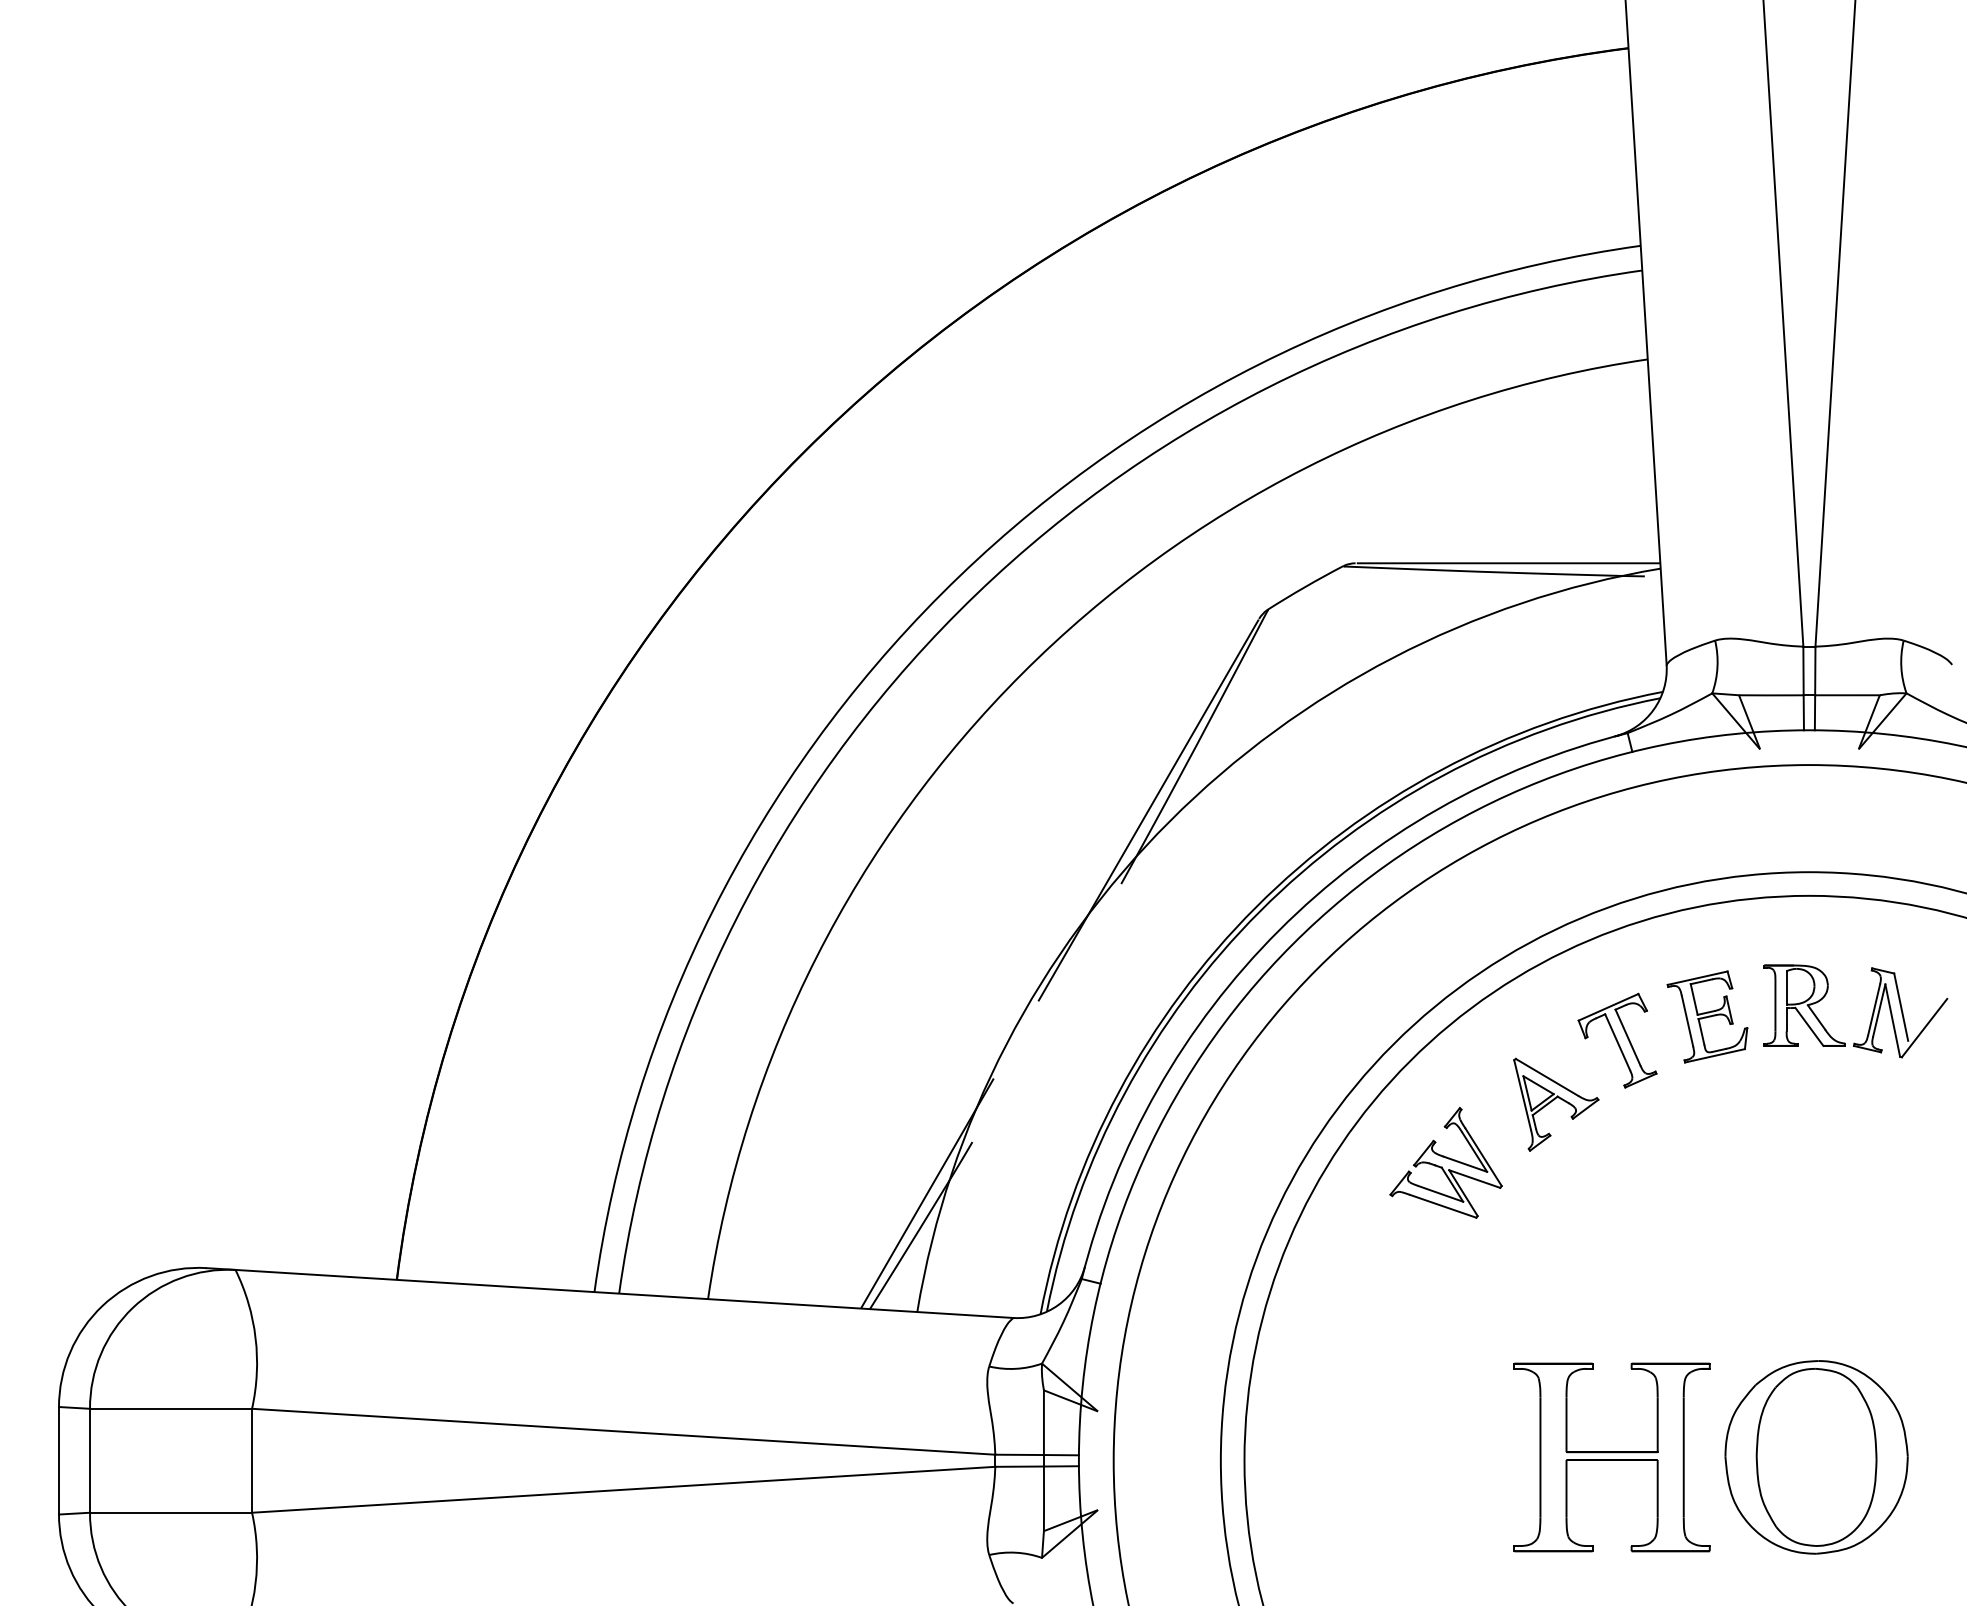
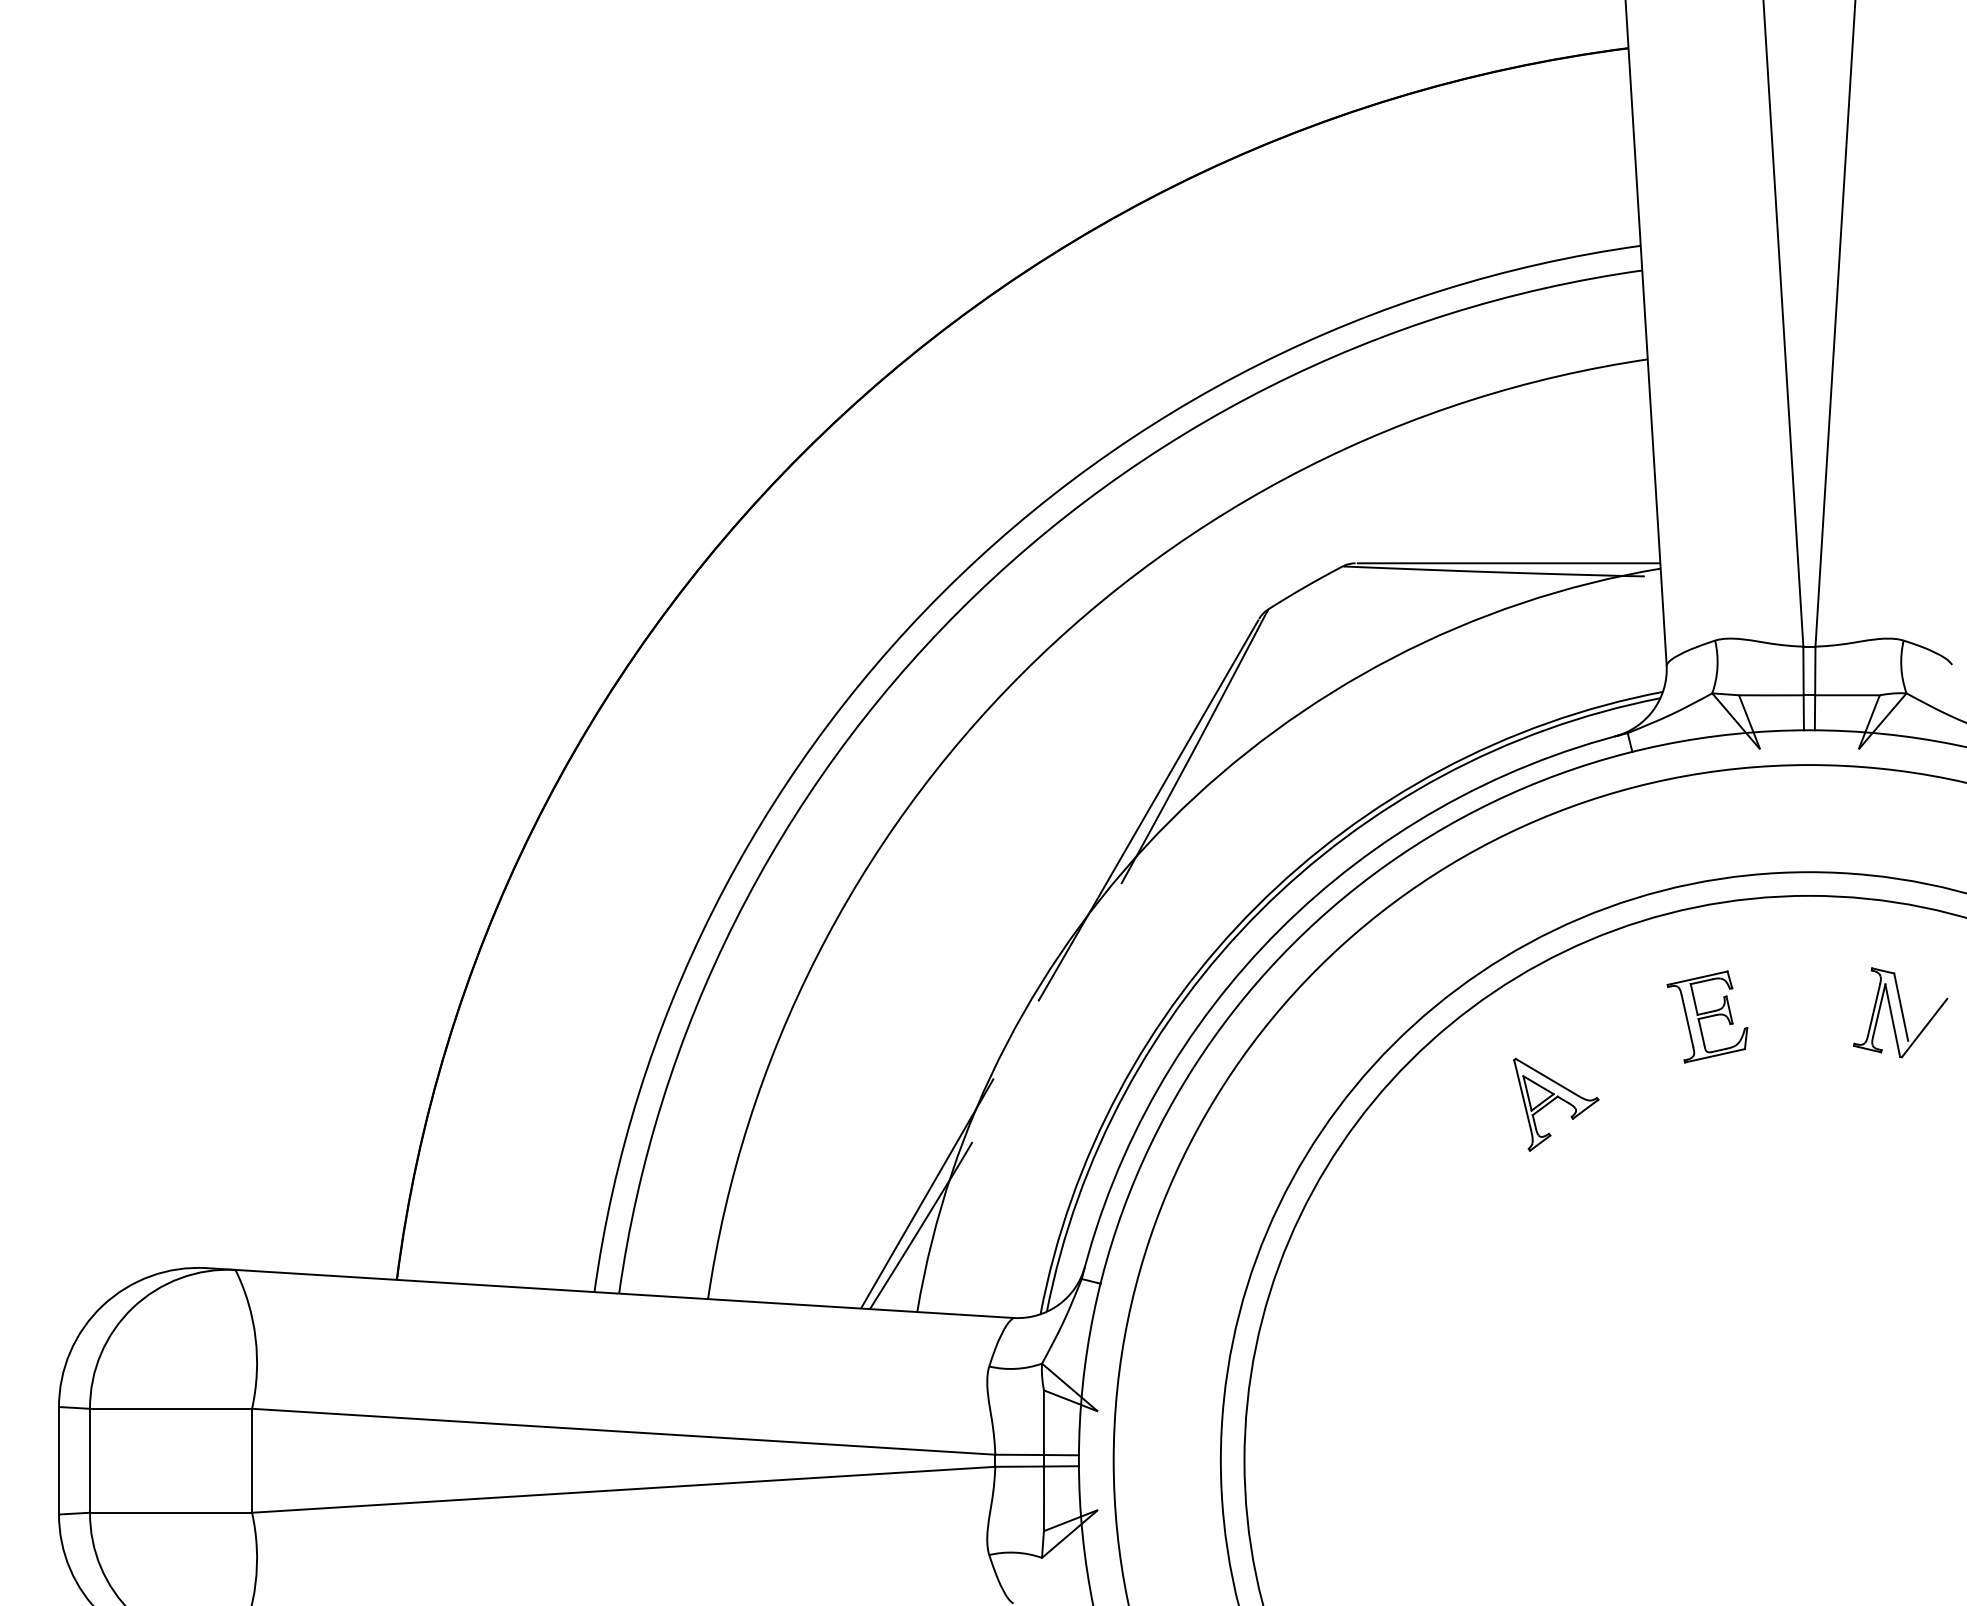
part at (1804, 1005): present -> none
part at (1617, 1040): present -> none
part at (1445, 1162): present -> none
part at (1611, 1457): present -> none
part at (1816, 1457): present -> none
